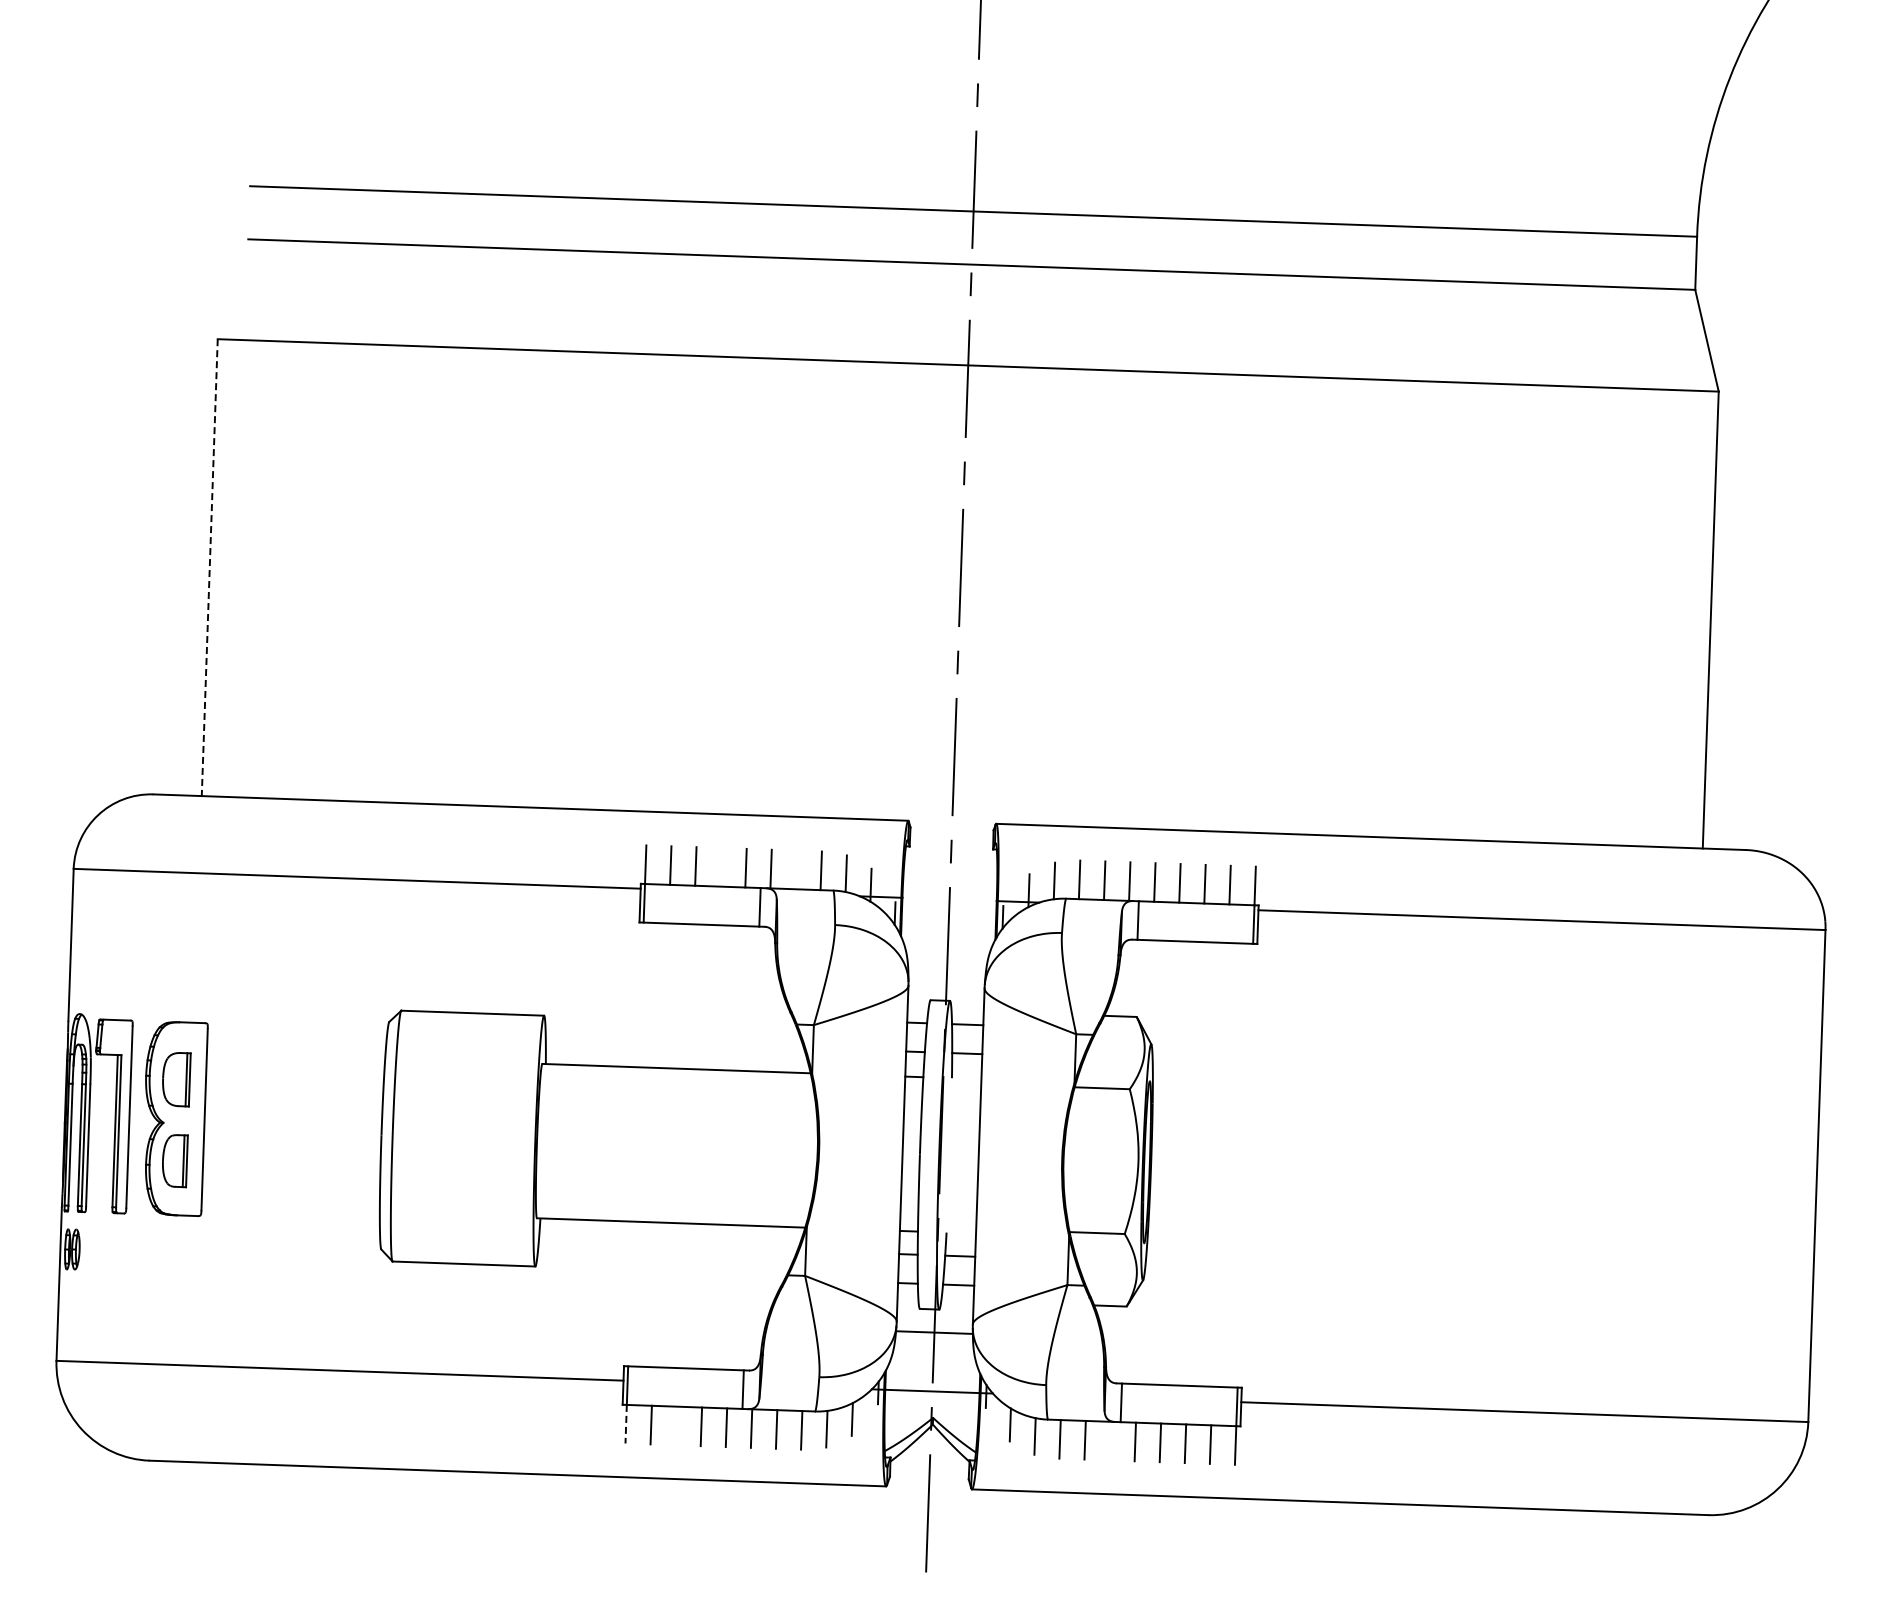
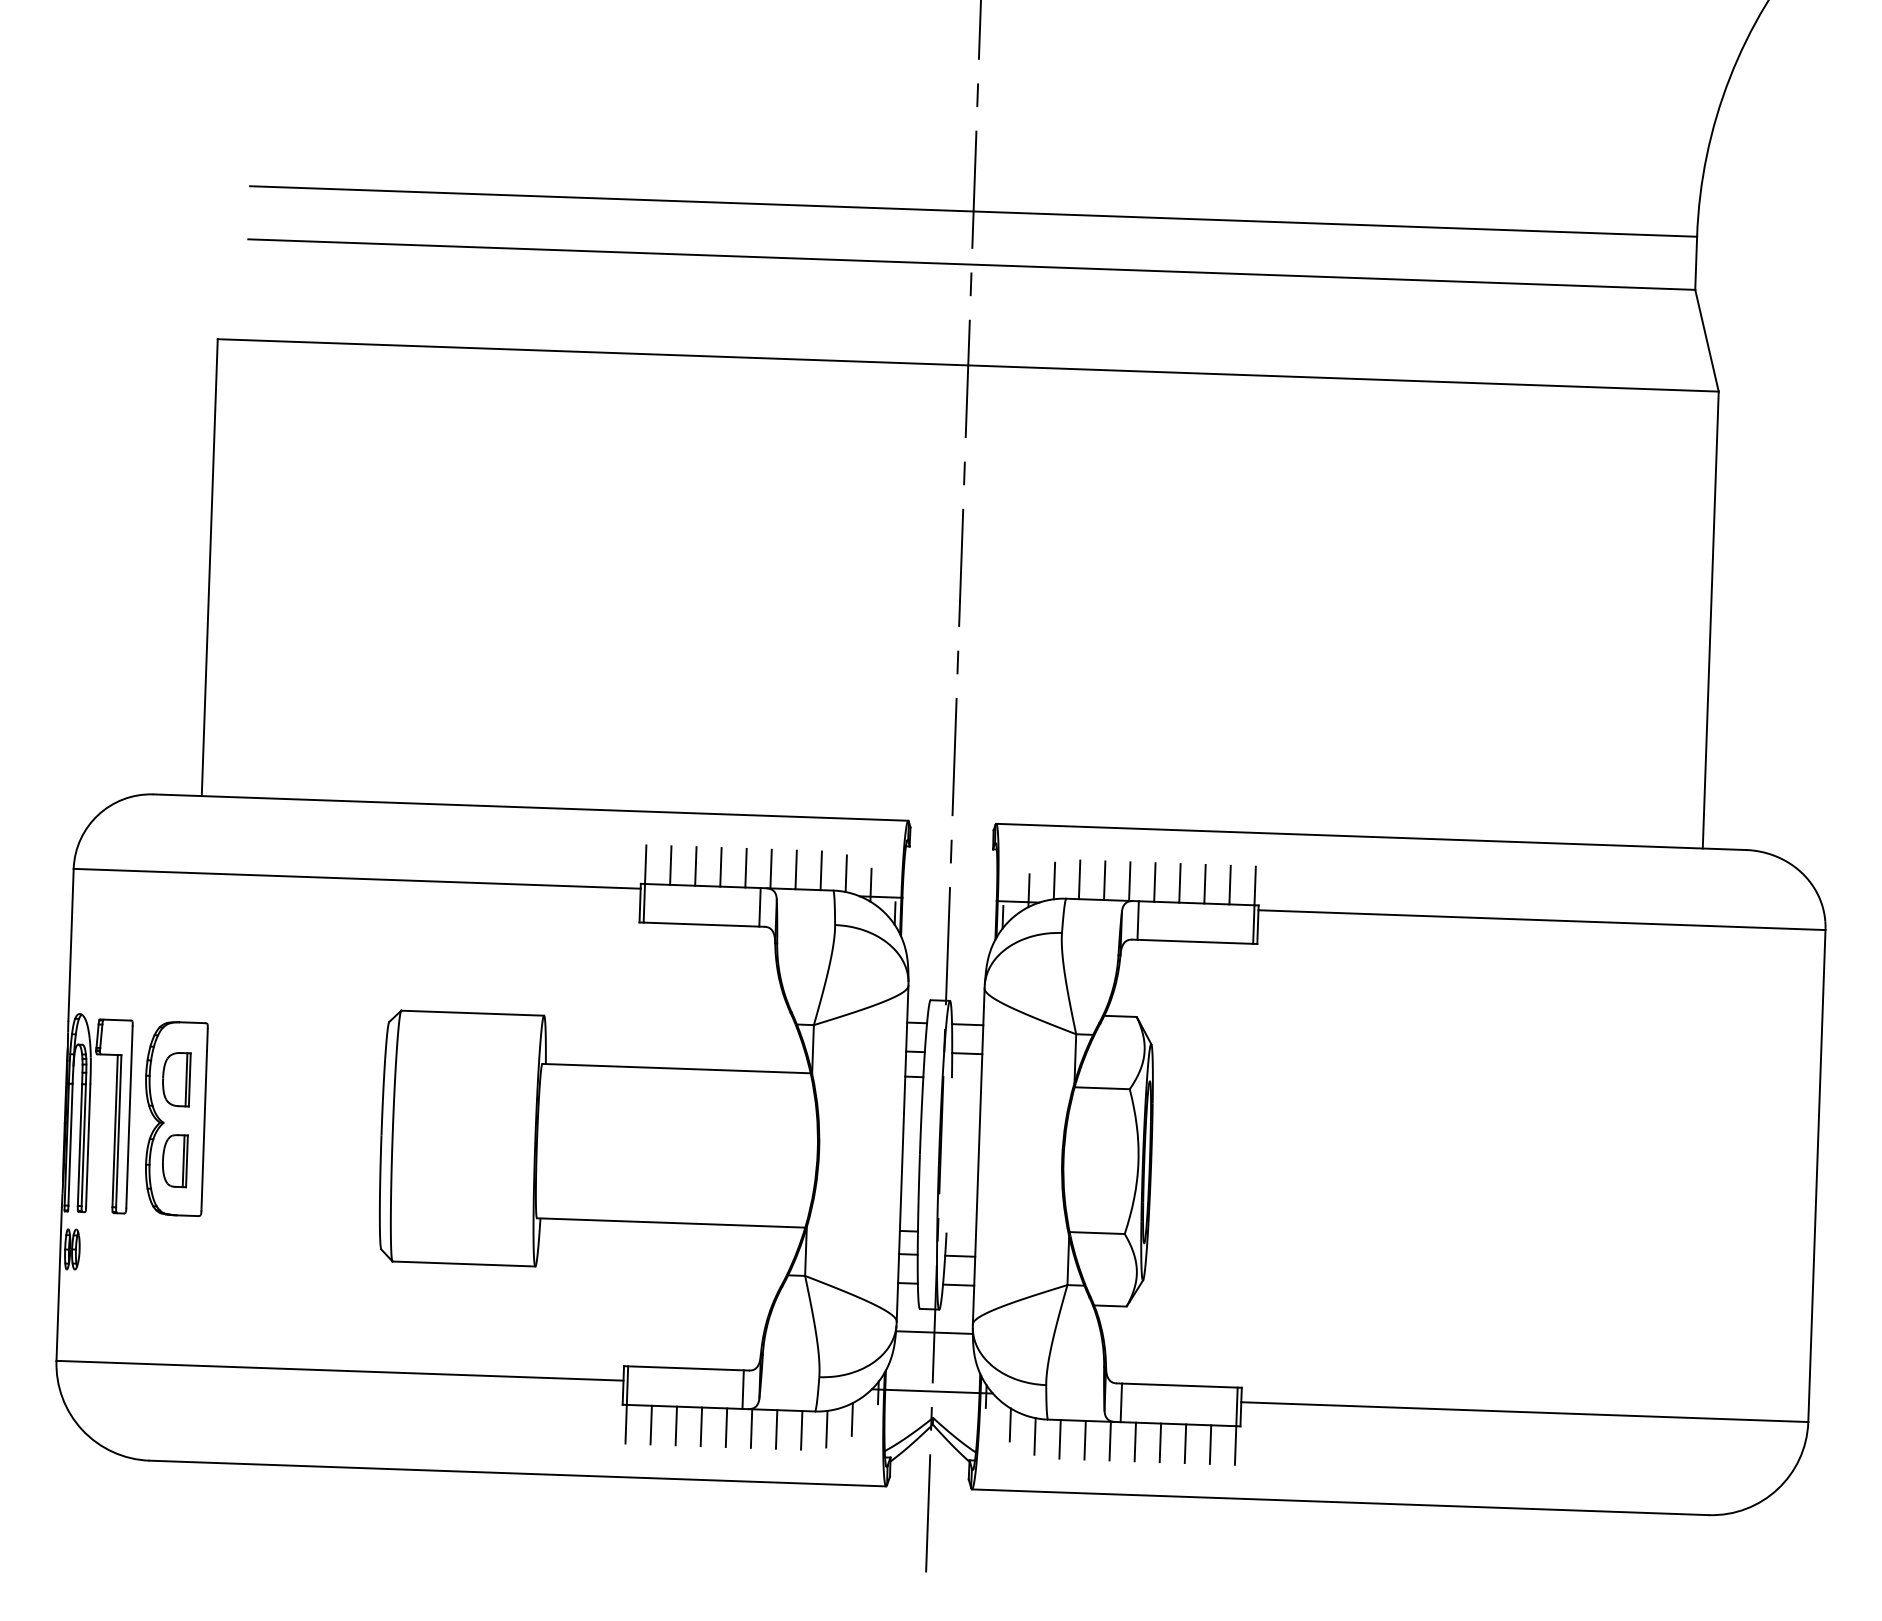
line at (209, 567): dashed -> solid
line at (720, 867): none -> present
line at (795, 869): none -> present
line at (626, 1424): dashed -> solid
line at (675, 1425): none -> present
line at (1109, 1440): none -> present
